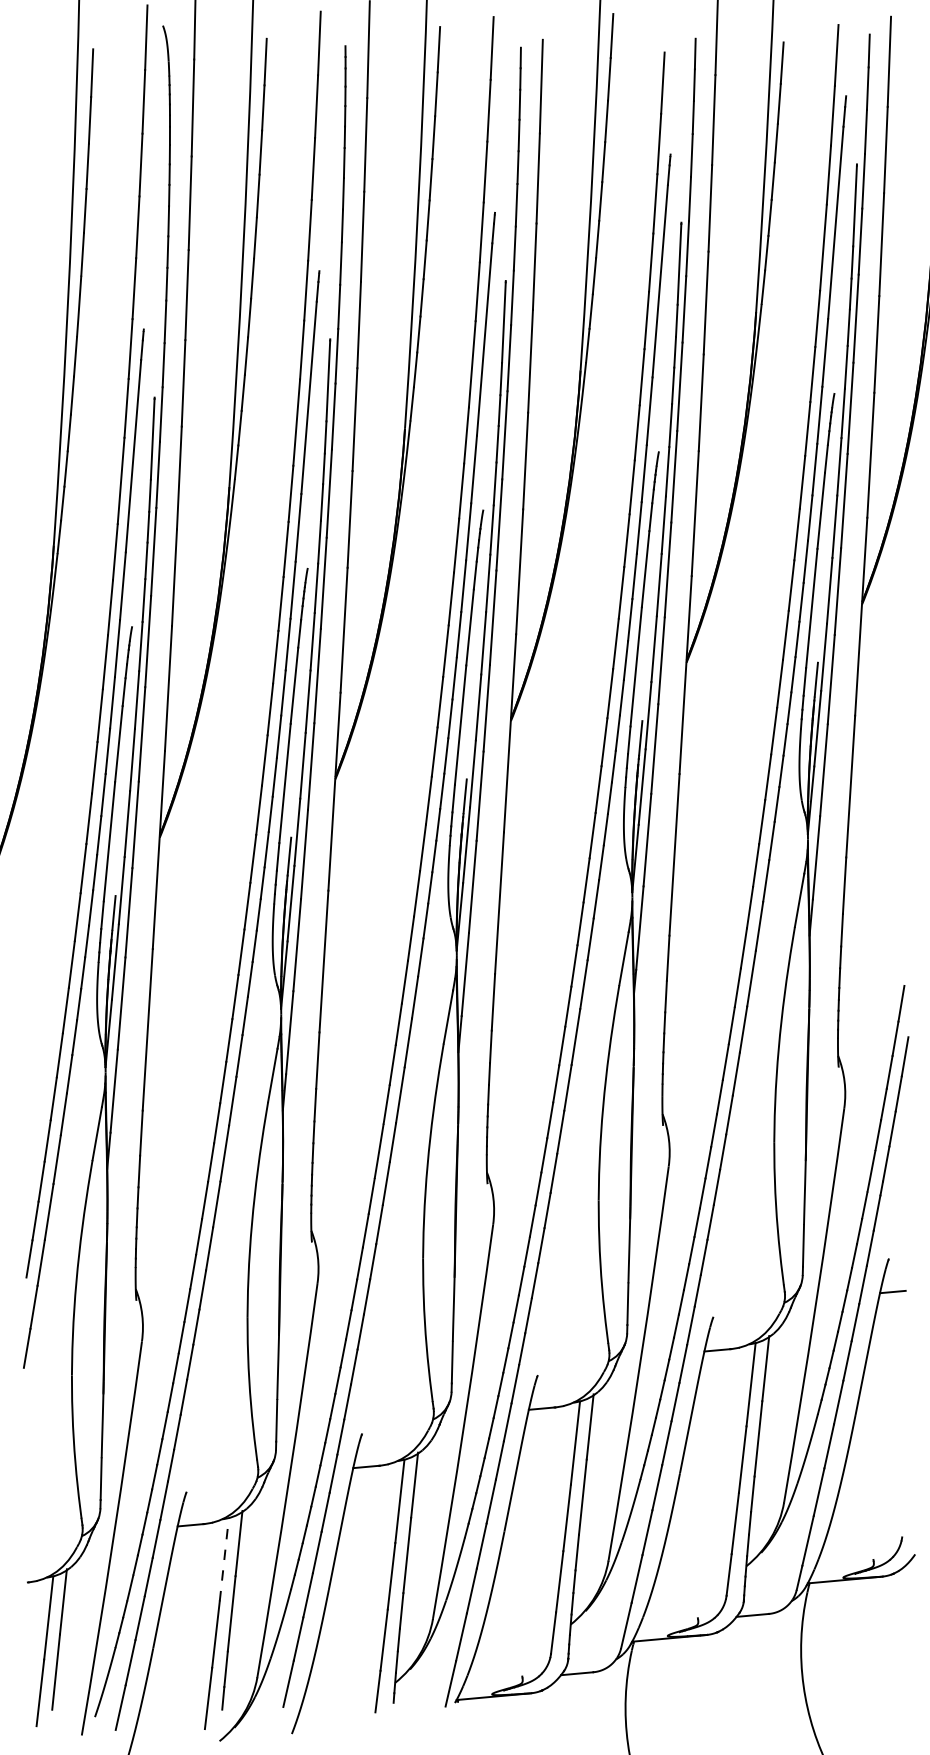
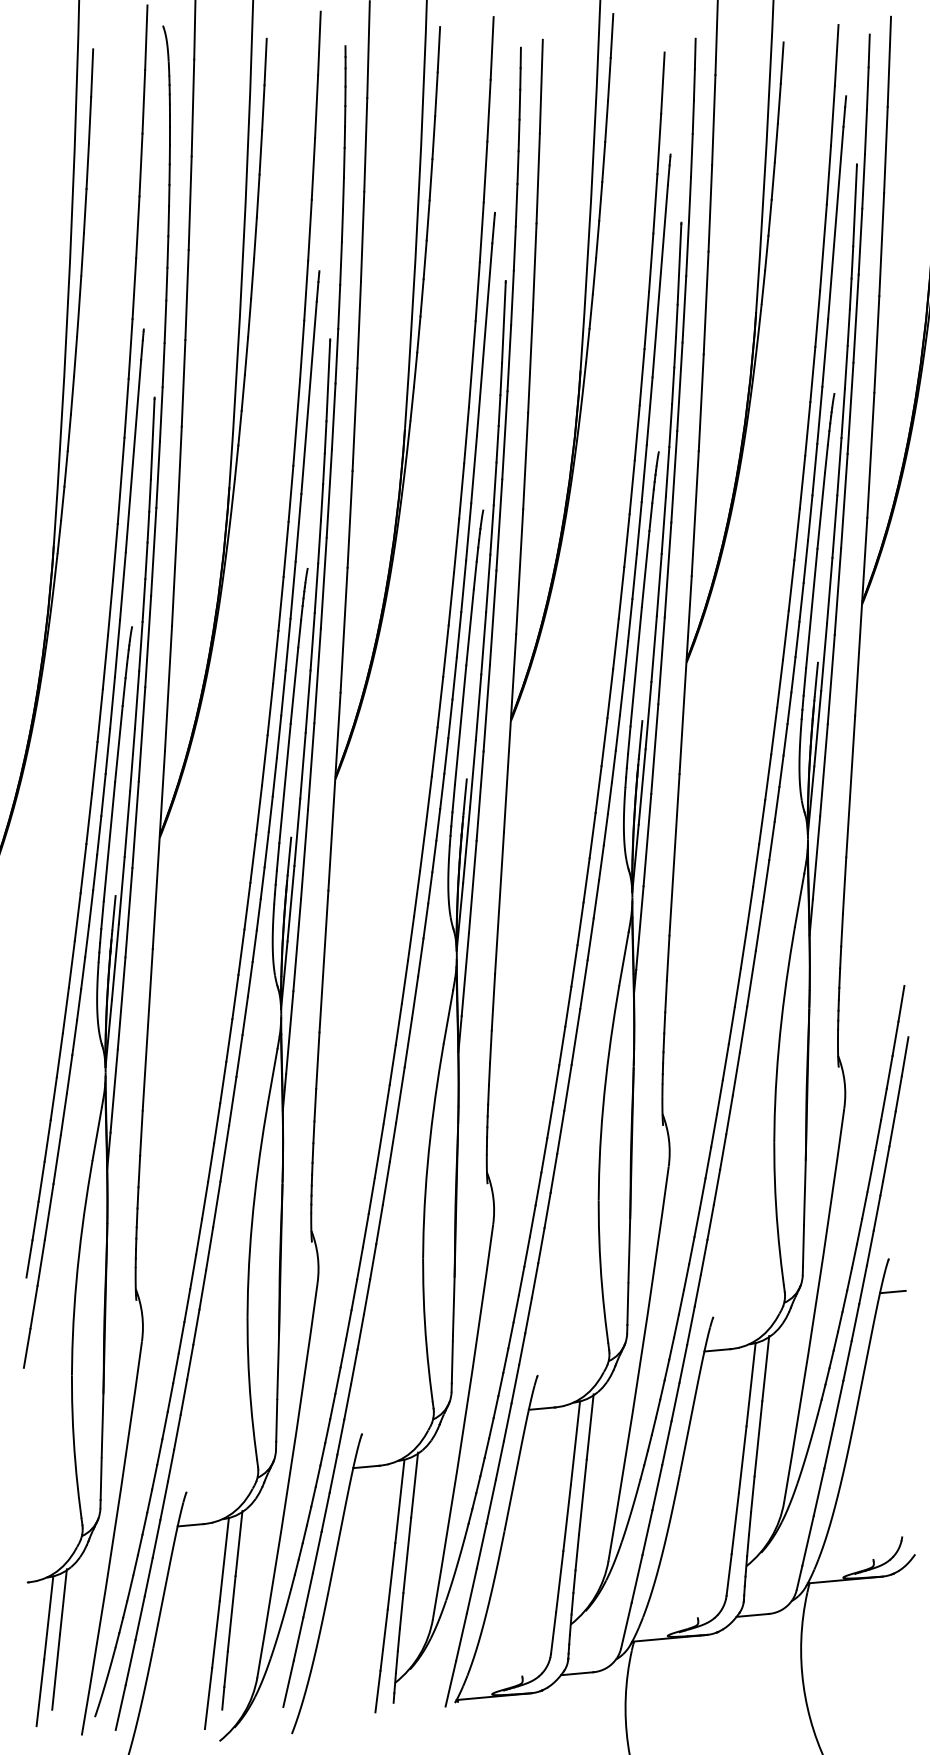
line at (224, 1559): dashed -> solid
